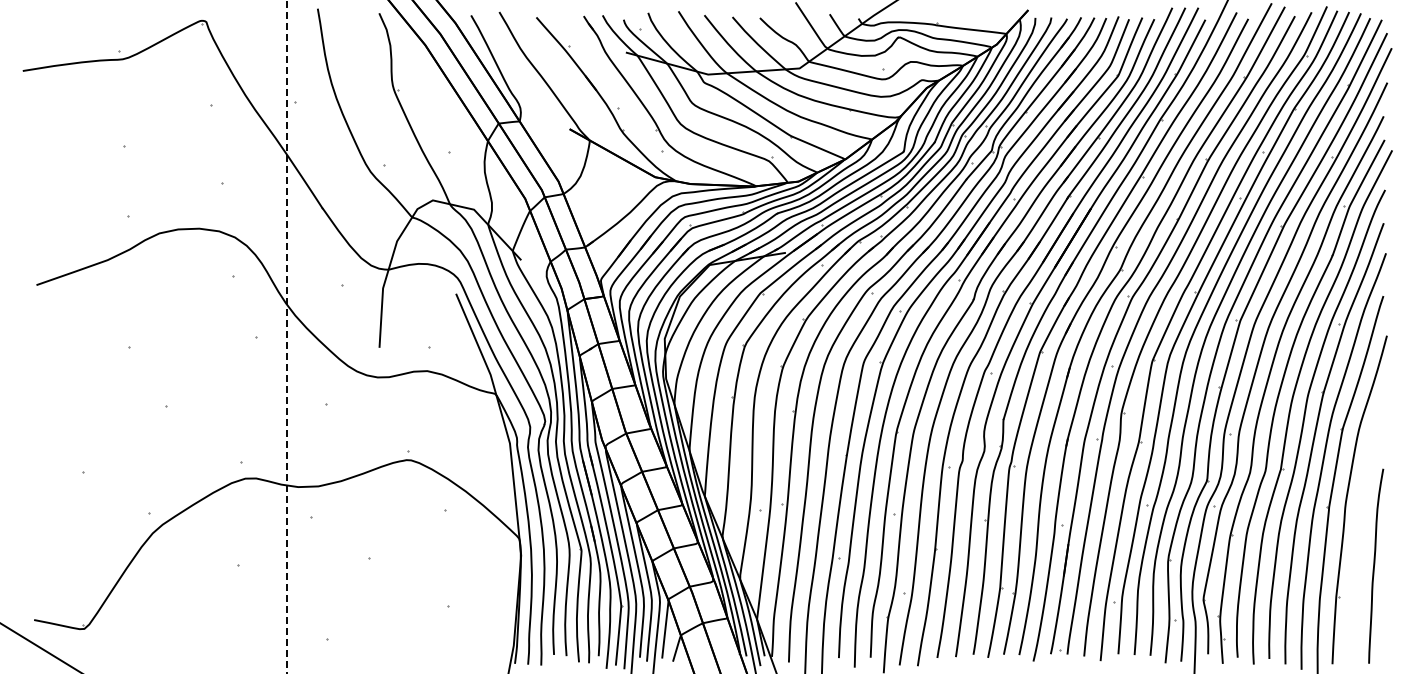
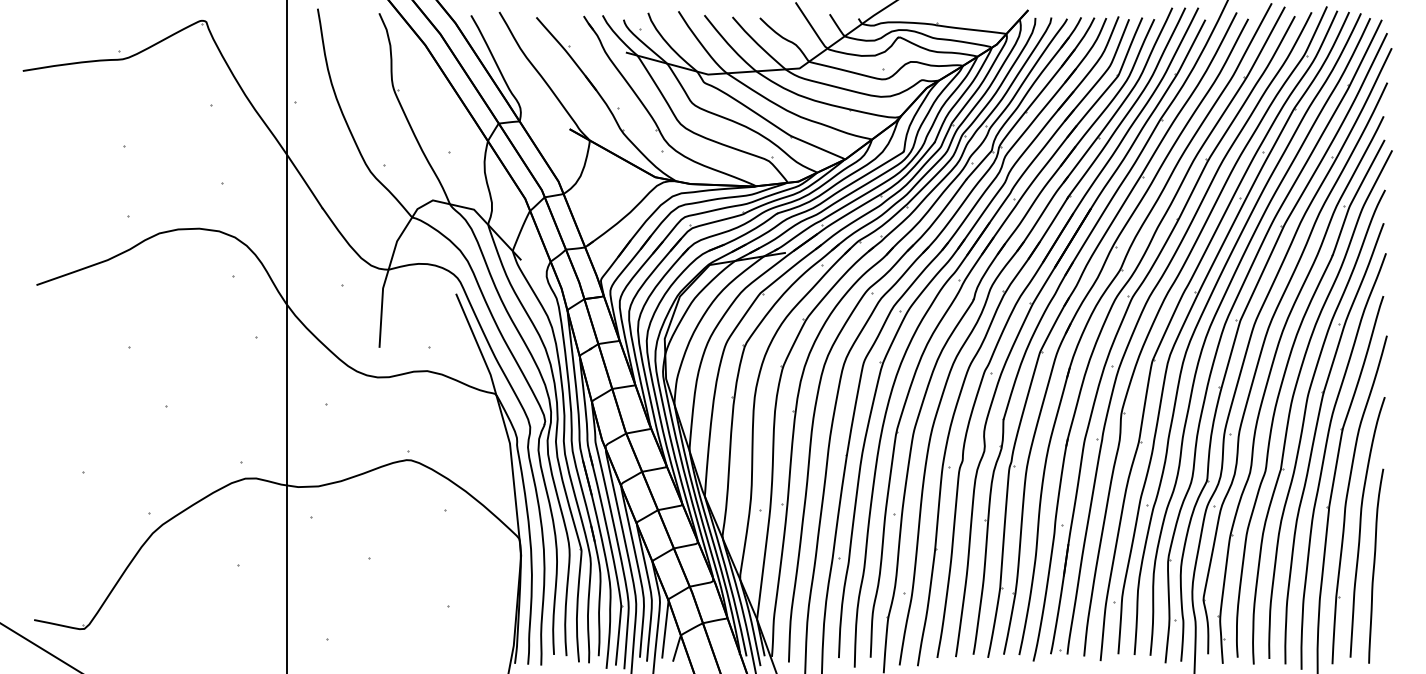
line at (287, 337): dashed -> solid
curve at (1361, 527): none -> present
